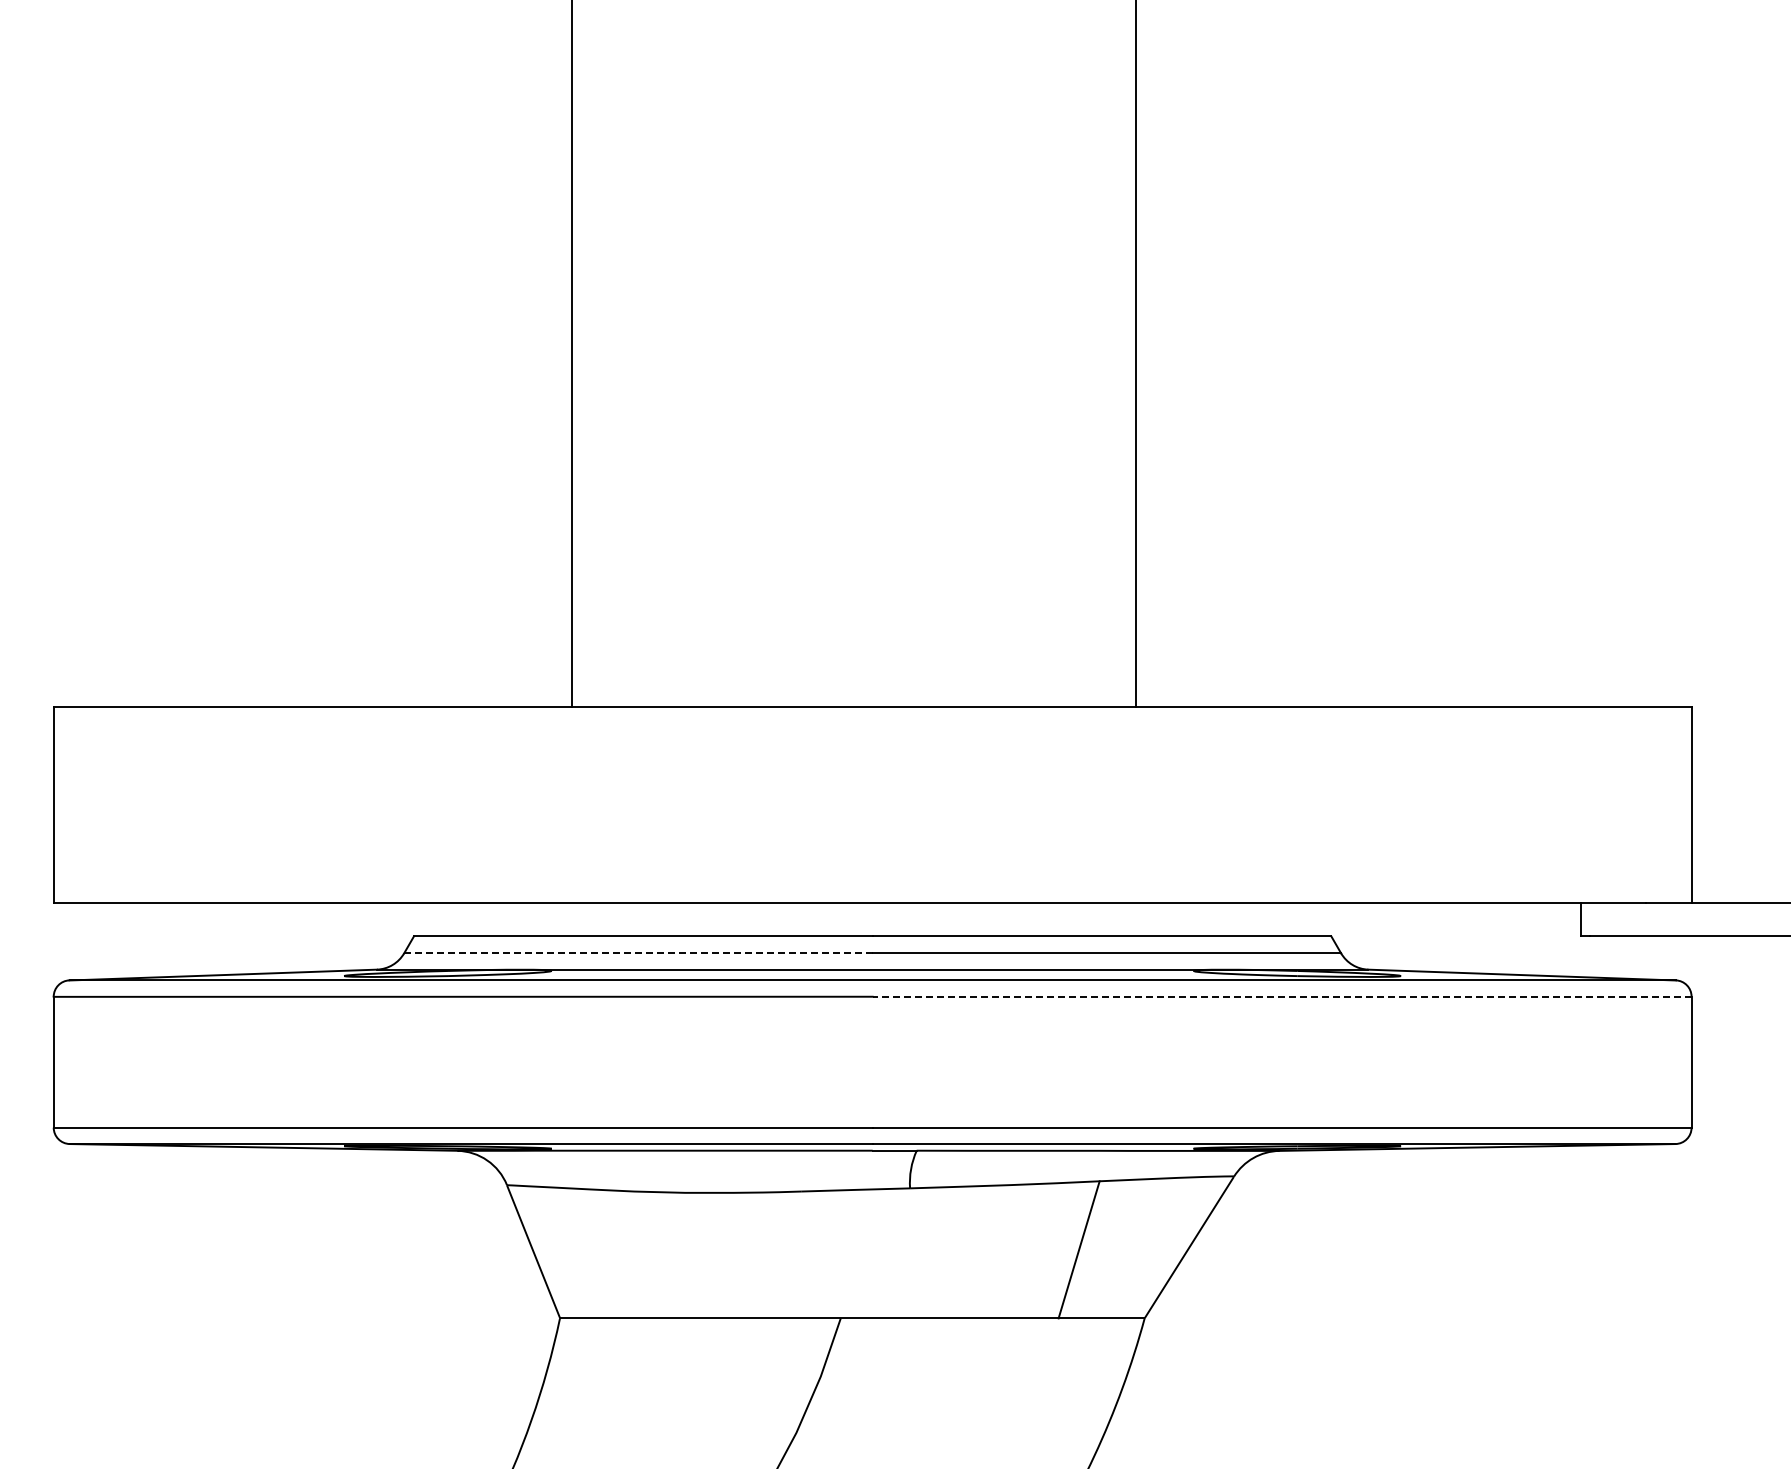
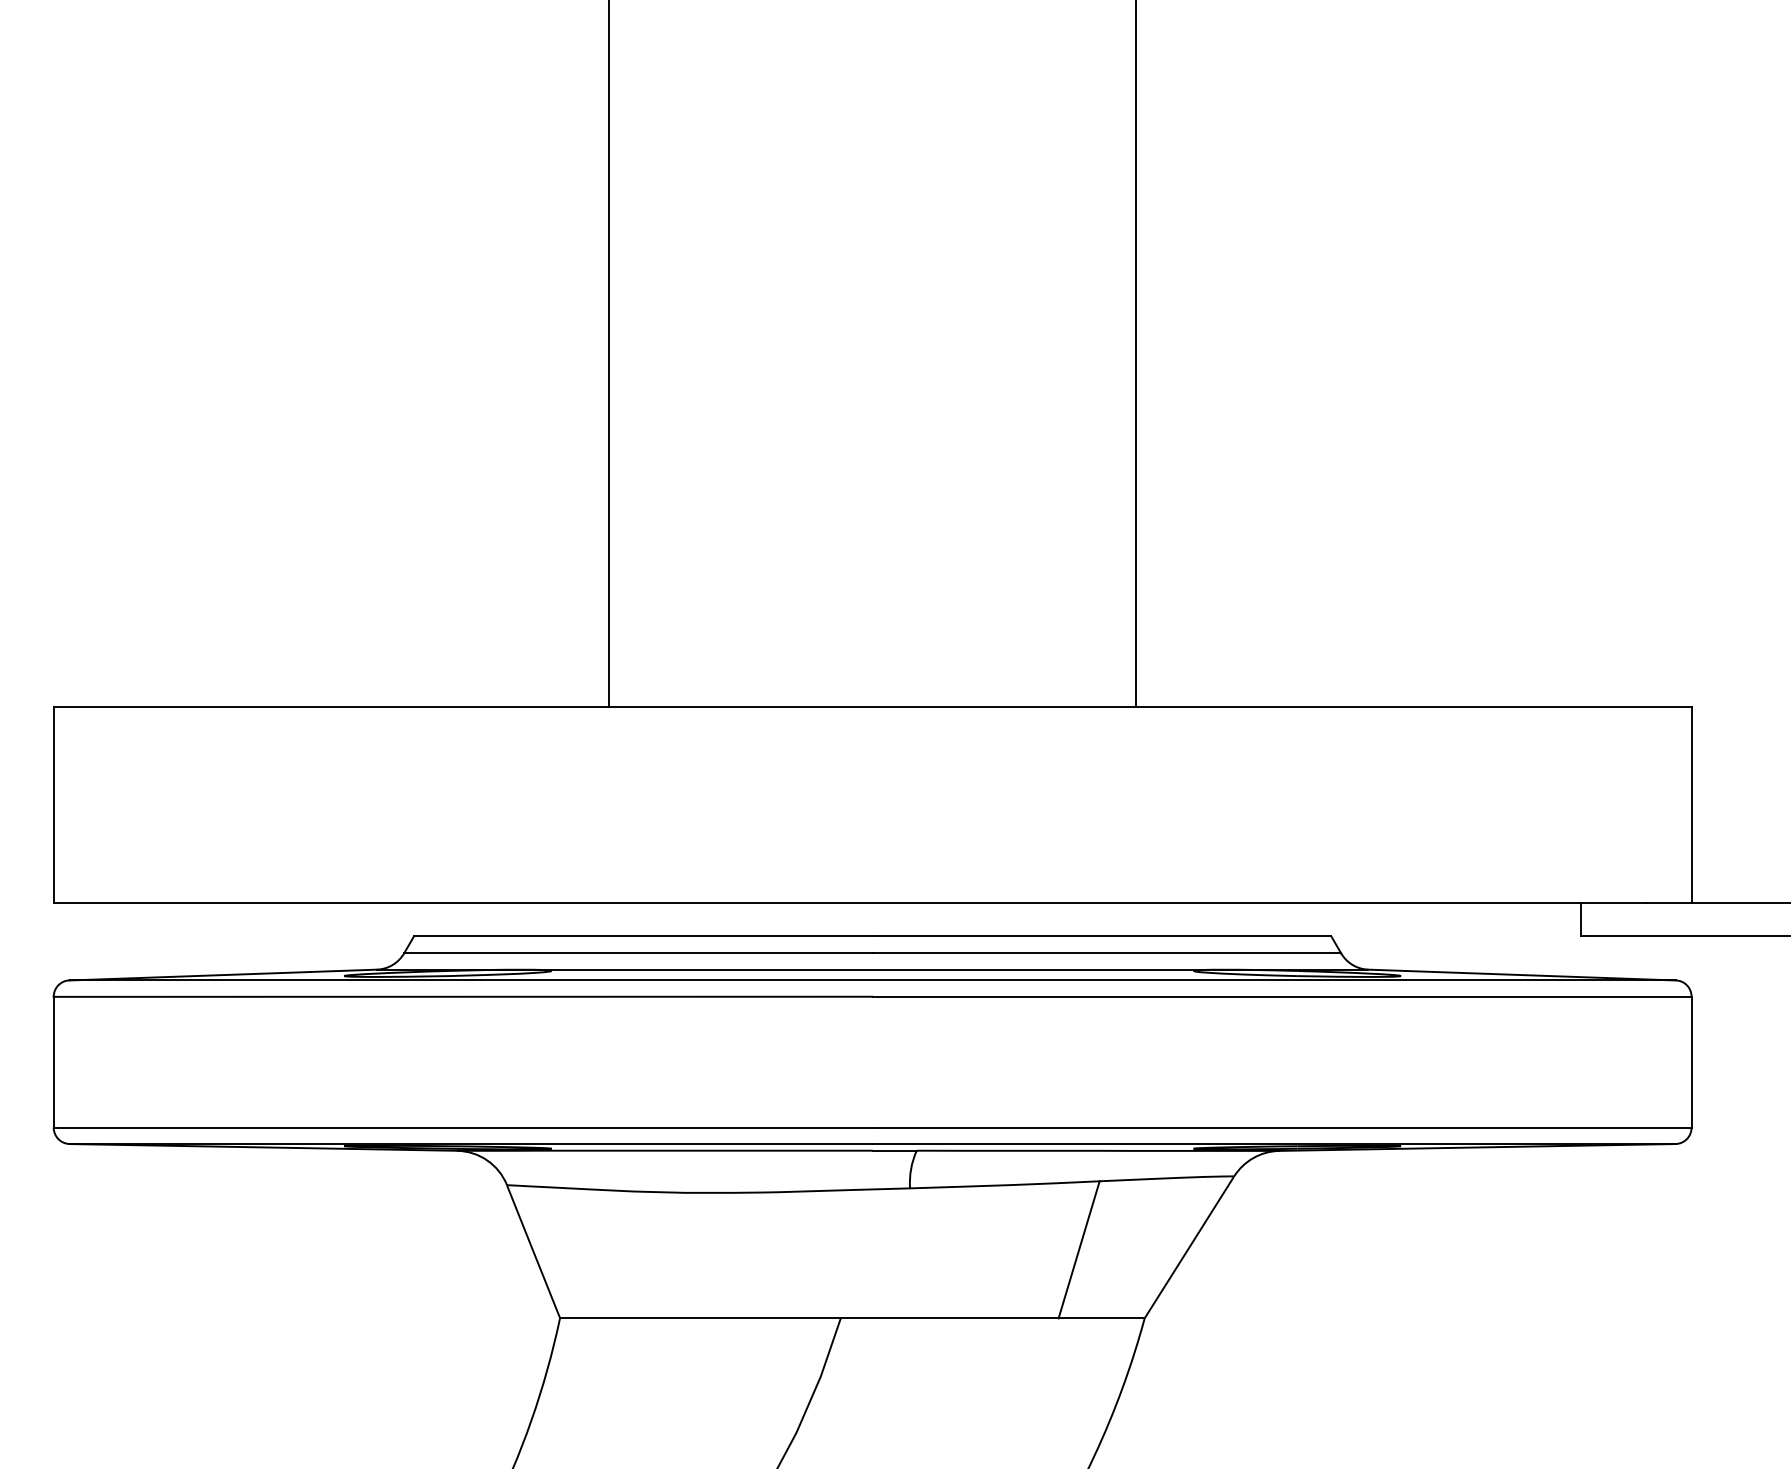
line at (571, 354) position: (571, 354) -> (608, 354)
line at (638, 953): dashed -> solid
line at (1281, 996): dashed -> solid
